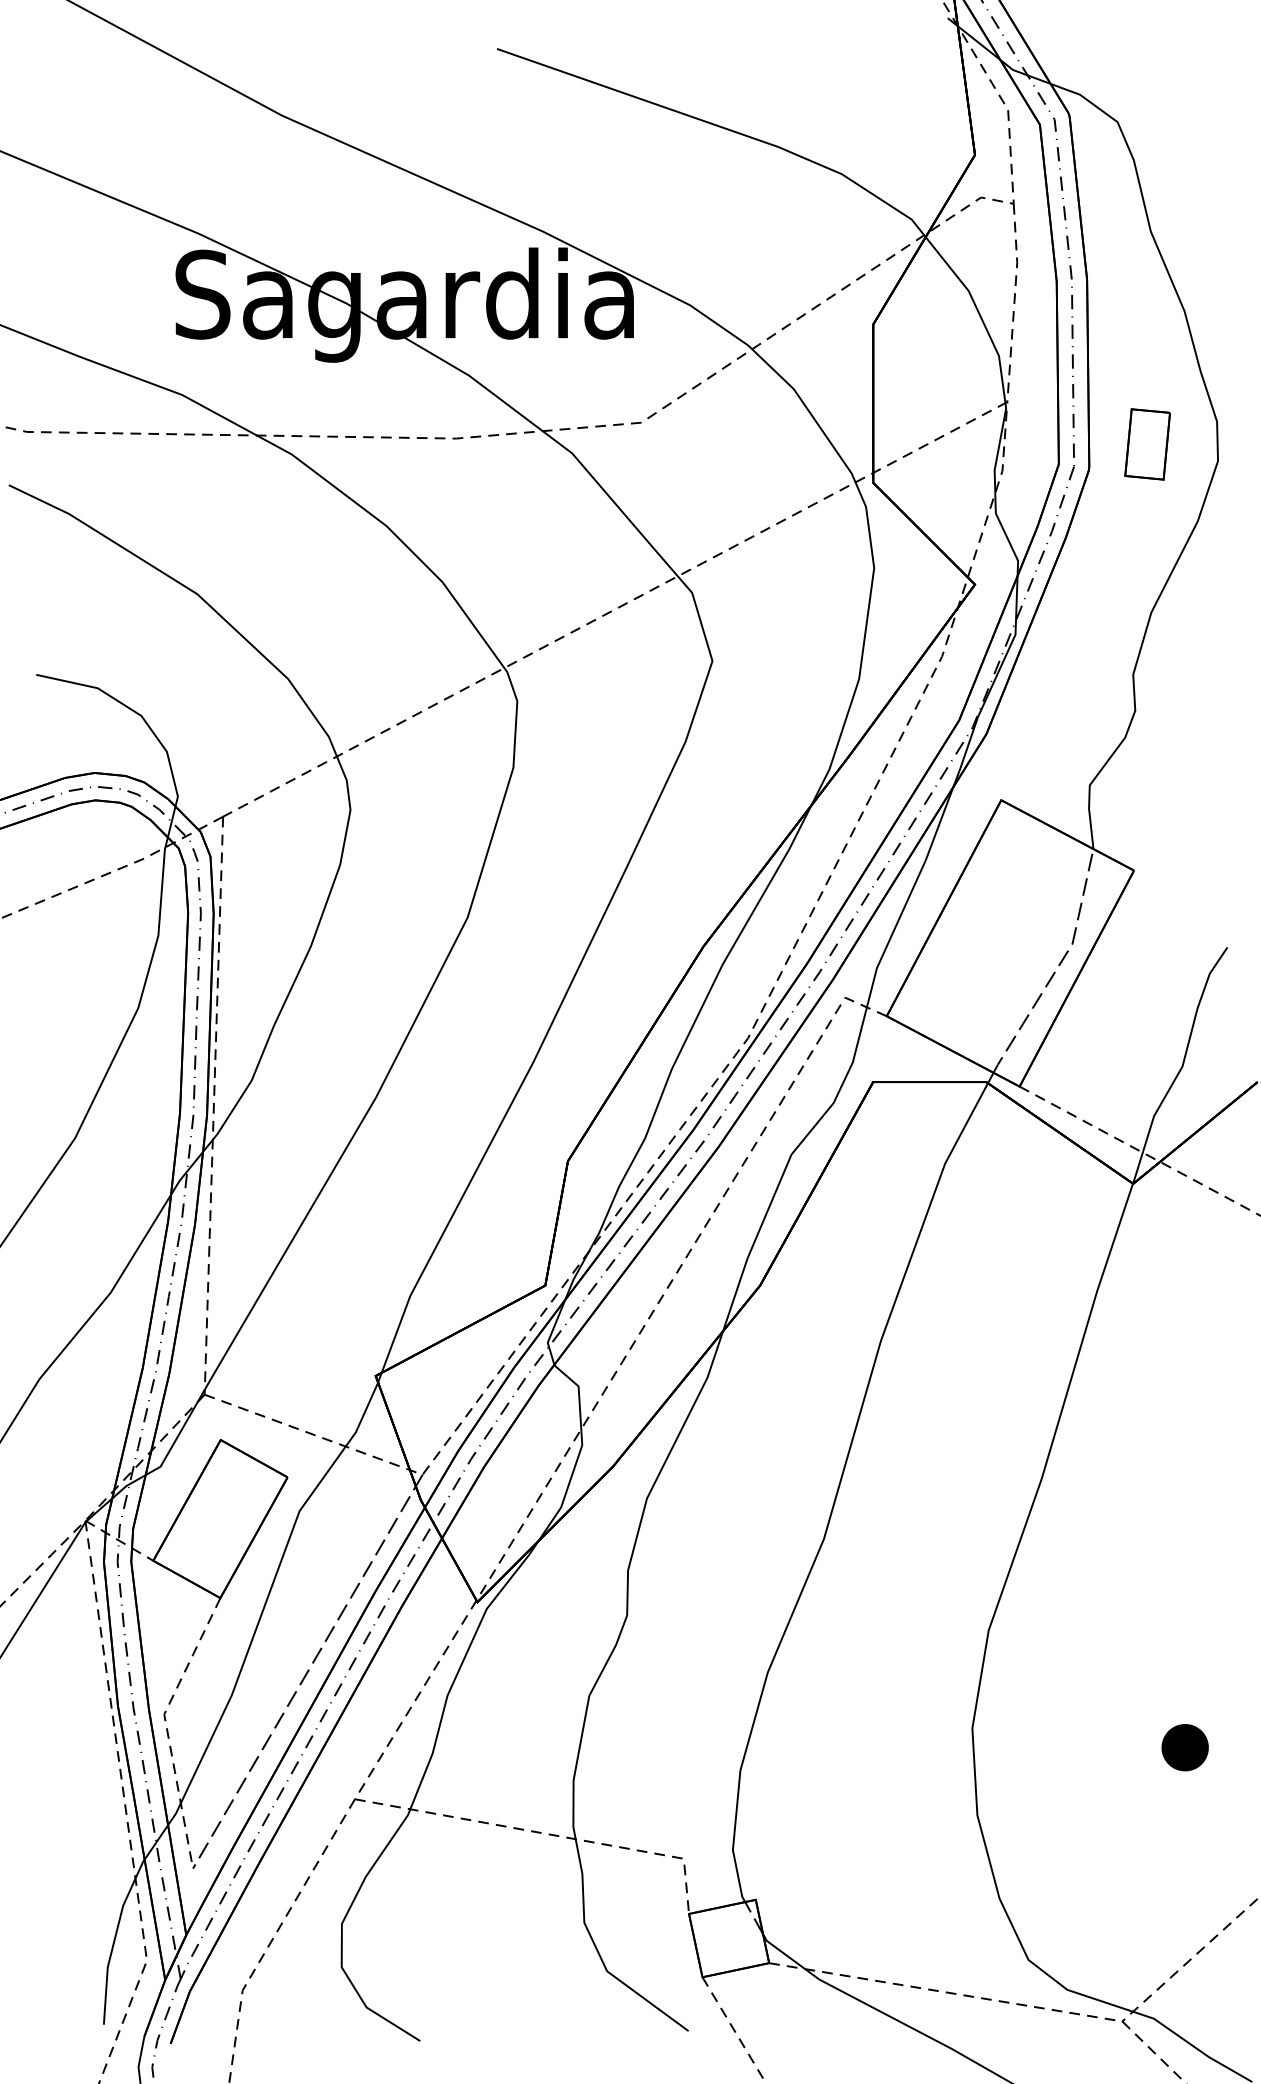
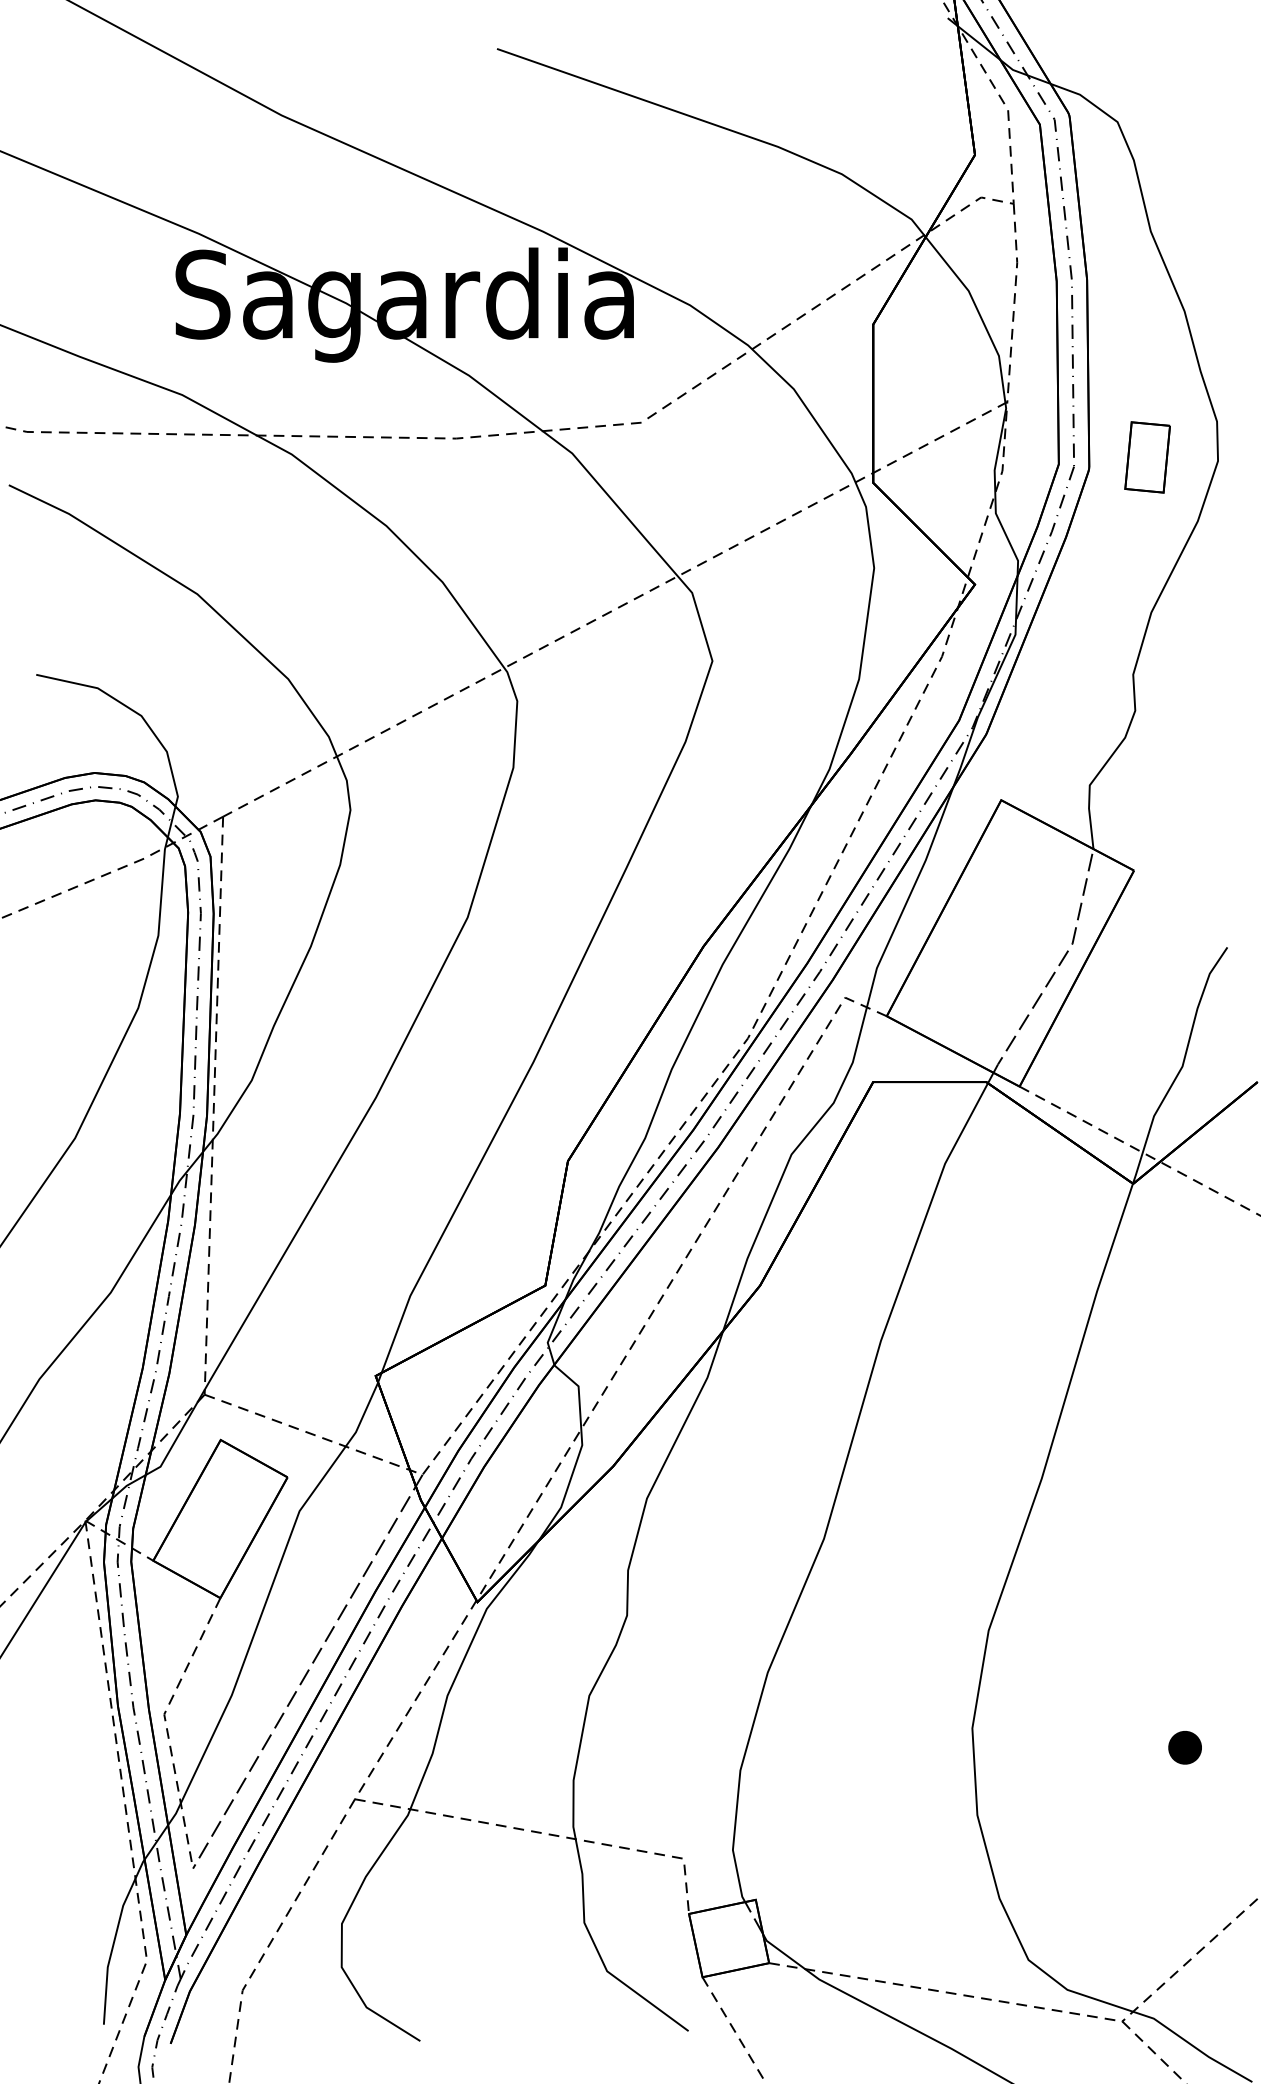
part at (1147, 444) position: (1147, 444) -> (1147, 457)
part at (1184, 1747) size: 48x48 px -> 34x34 px
